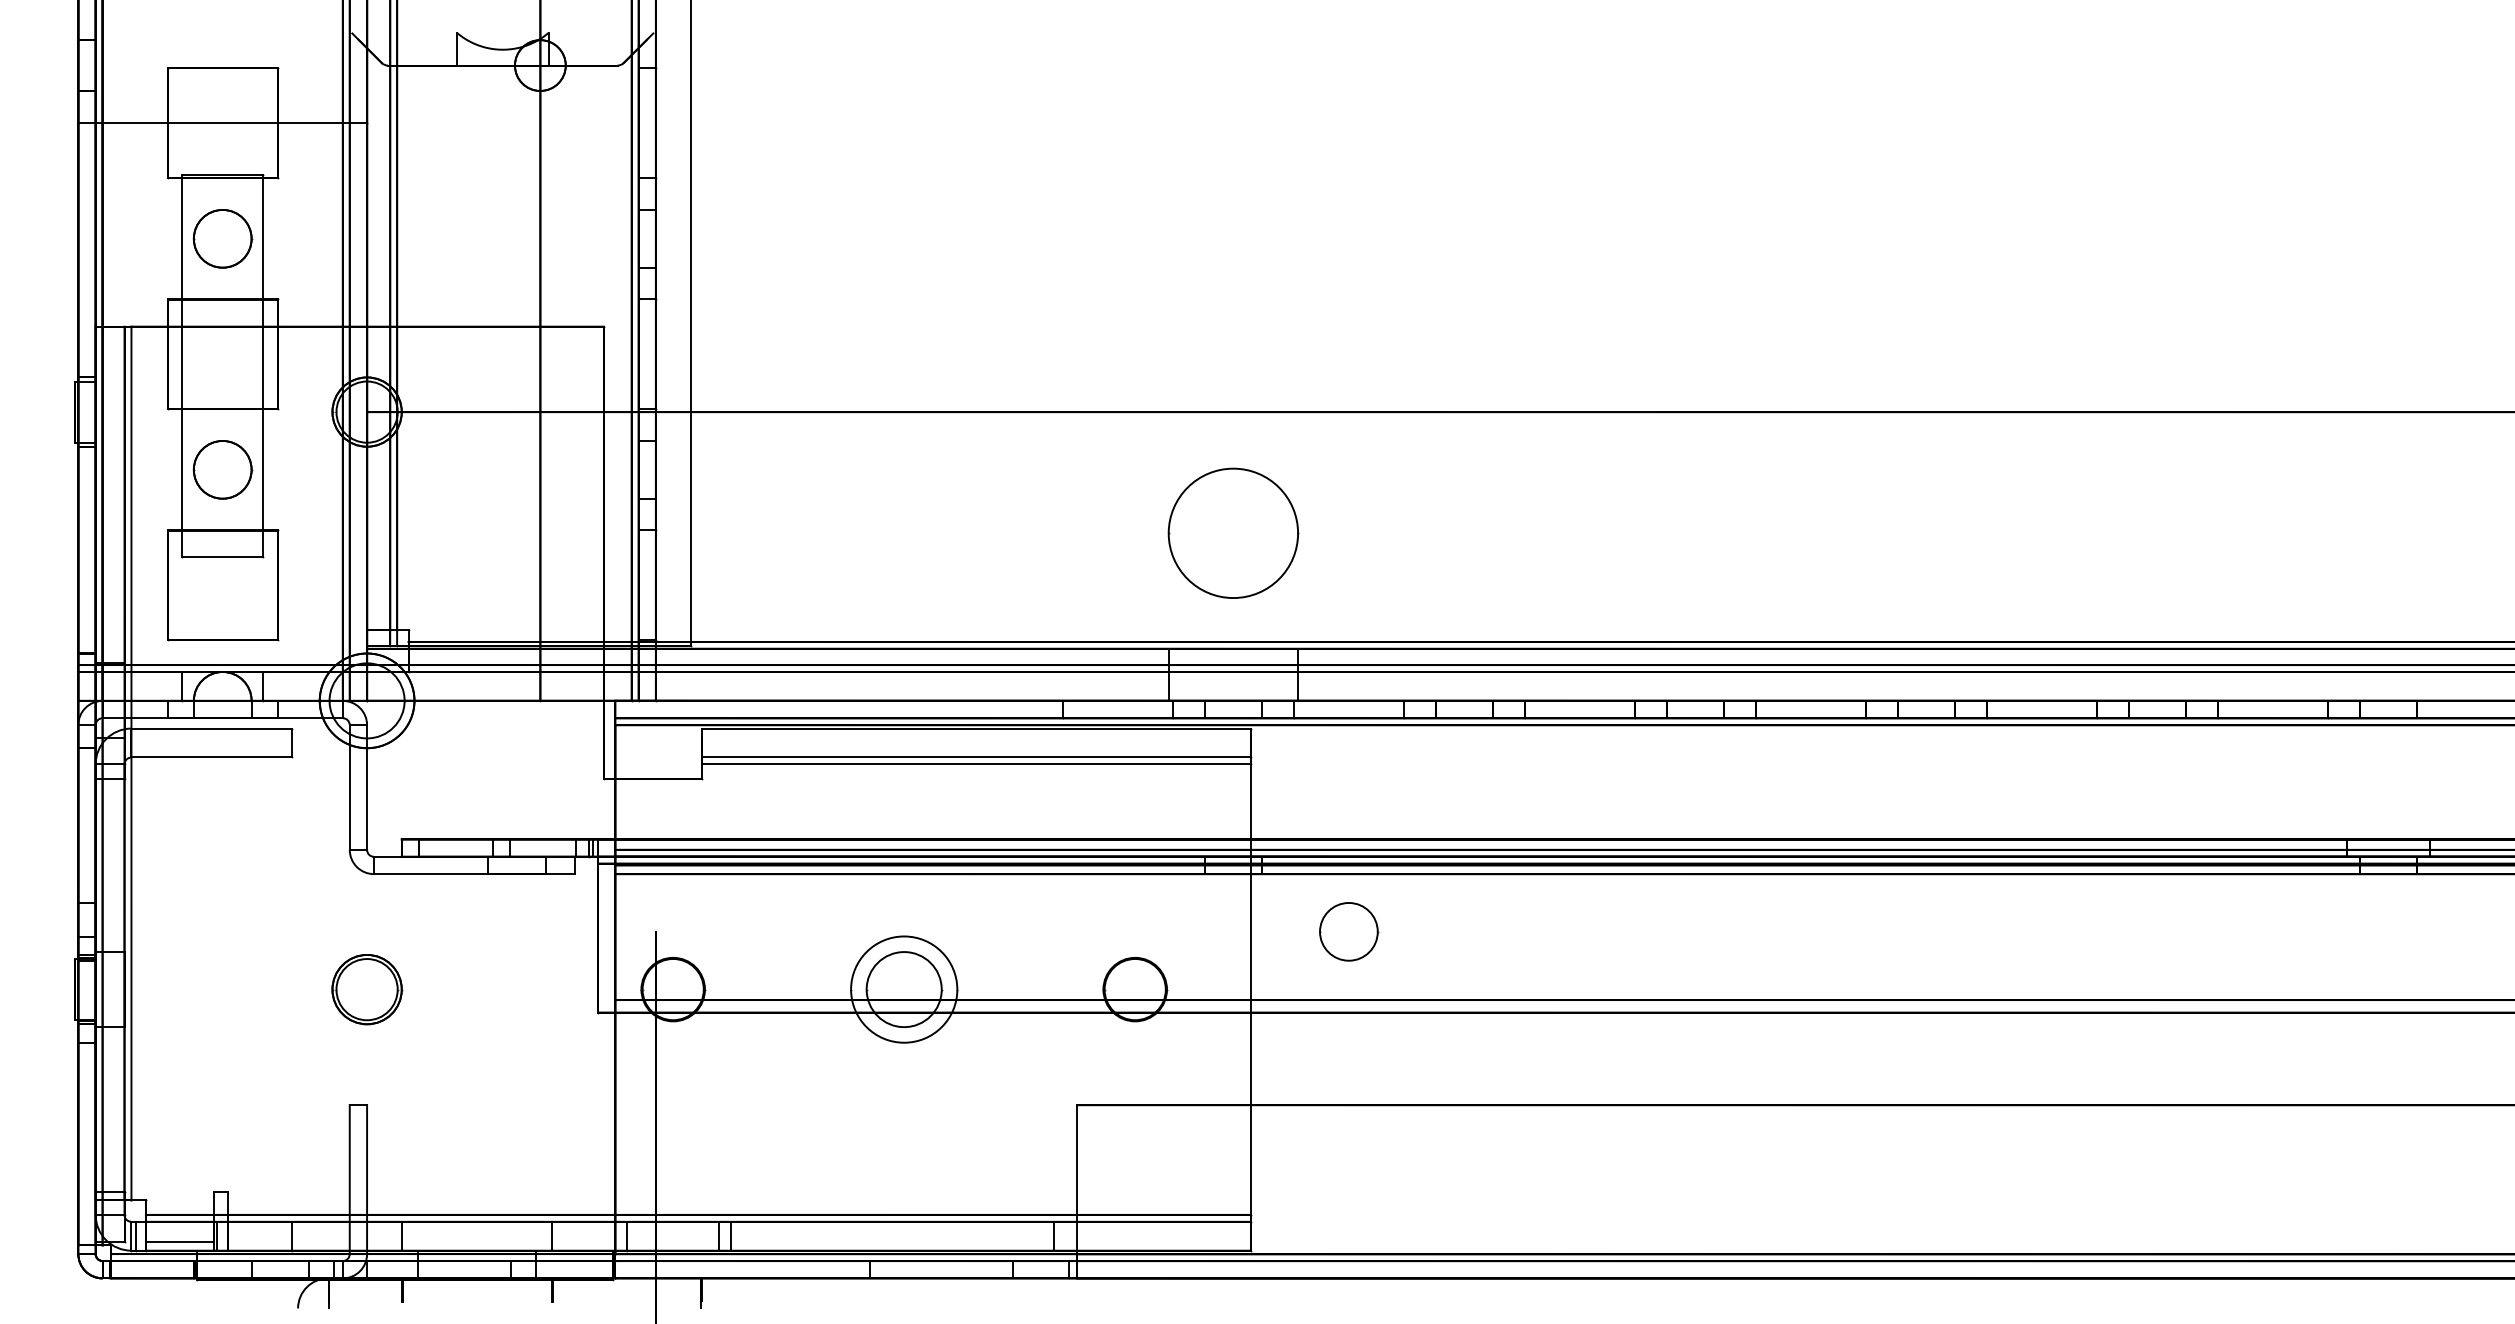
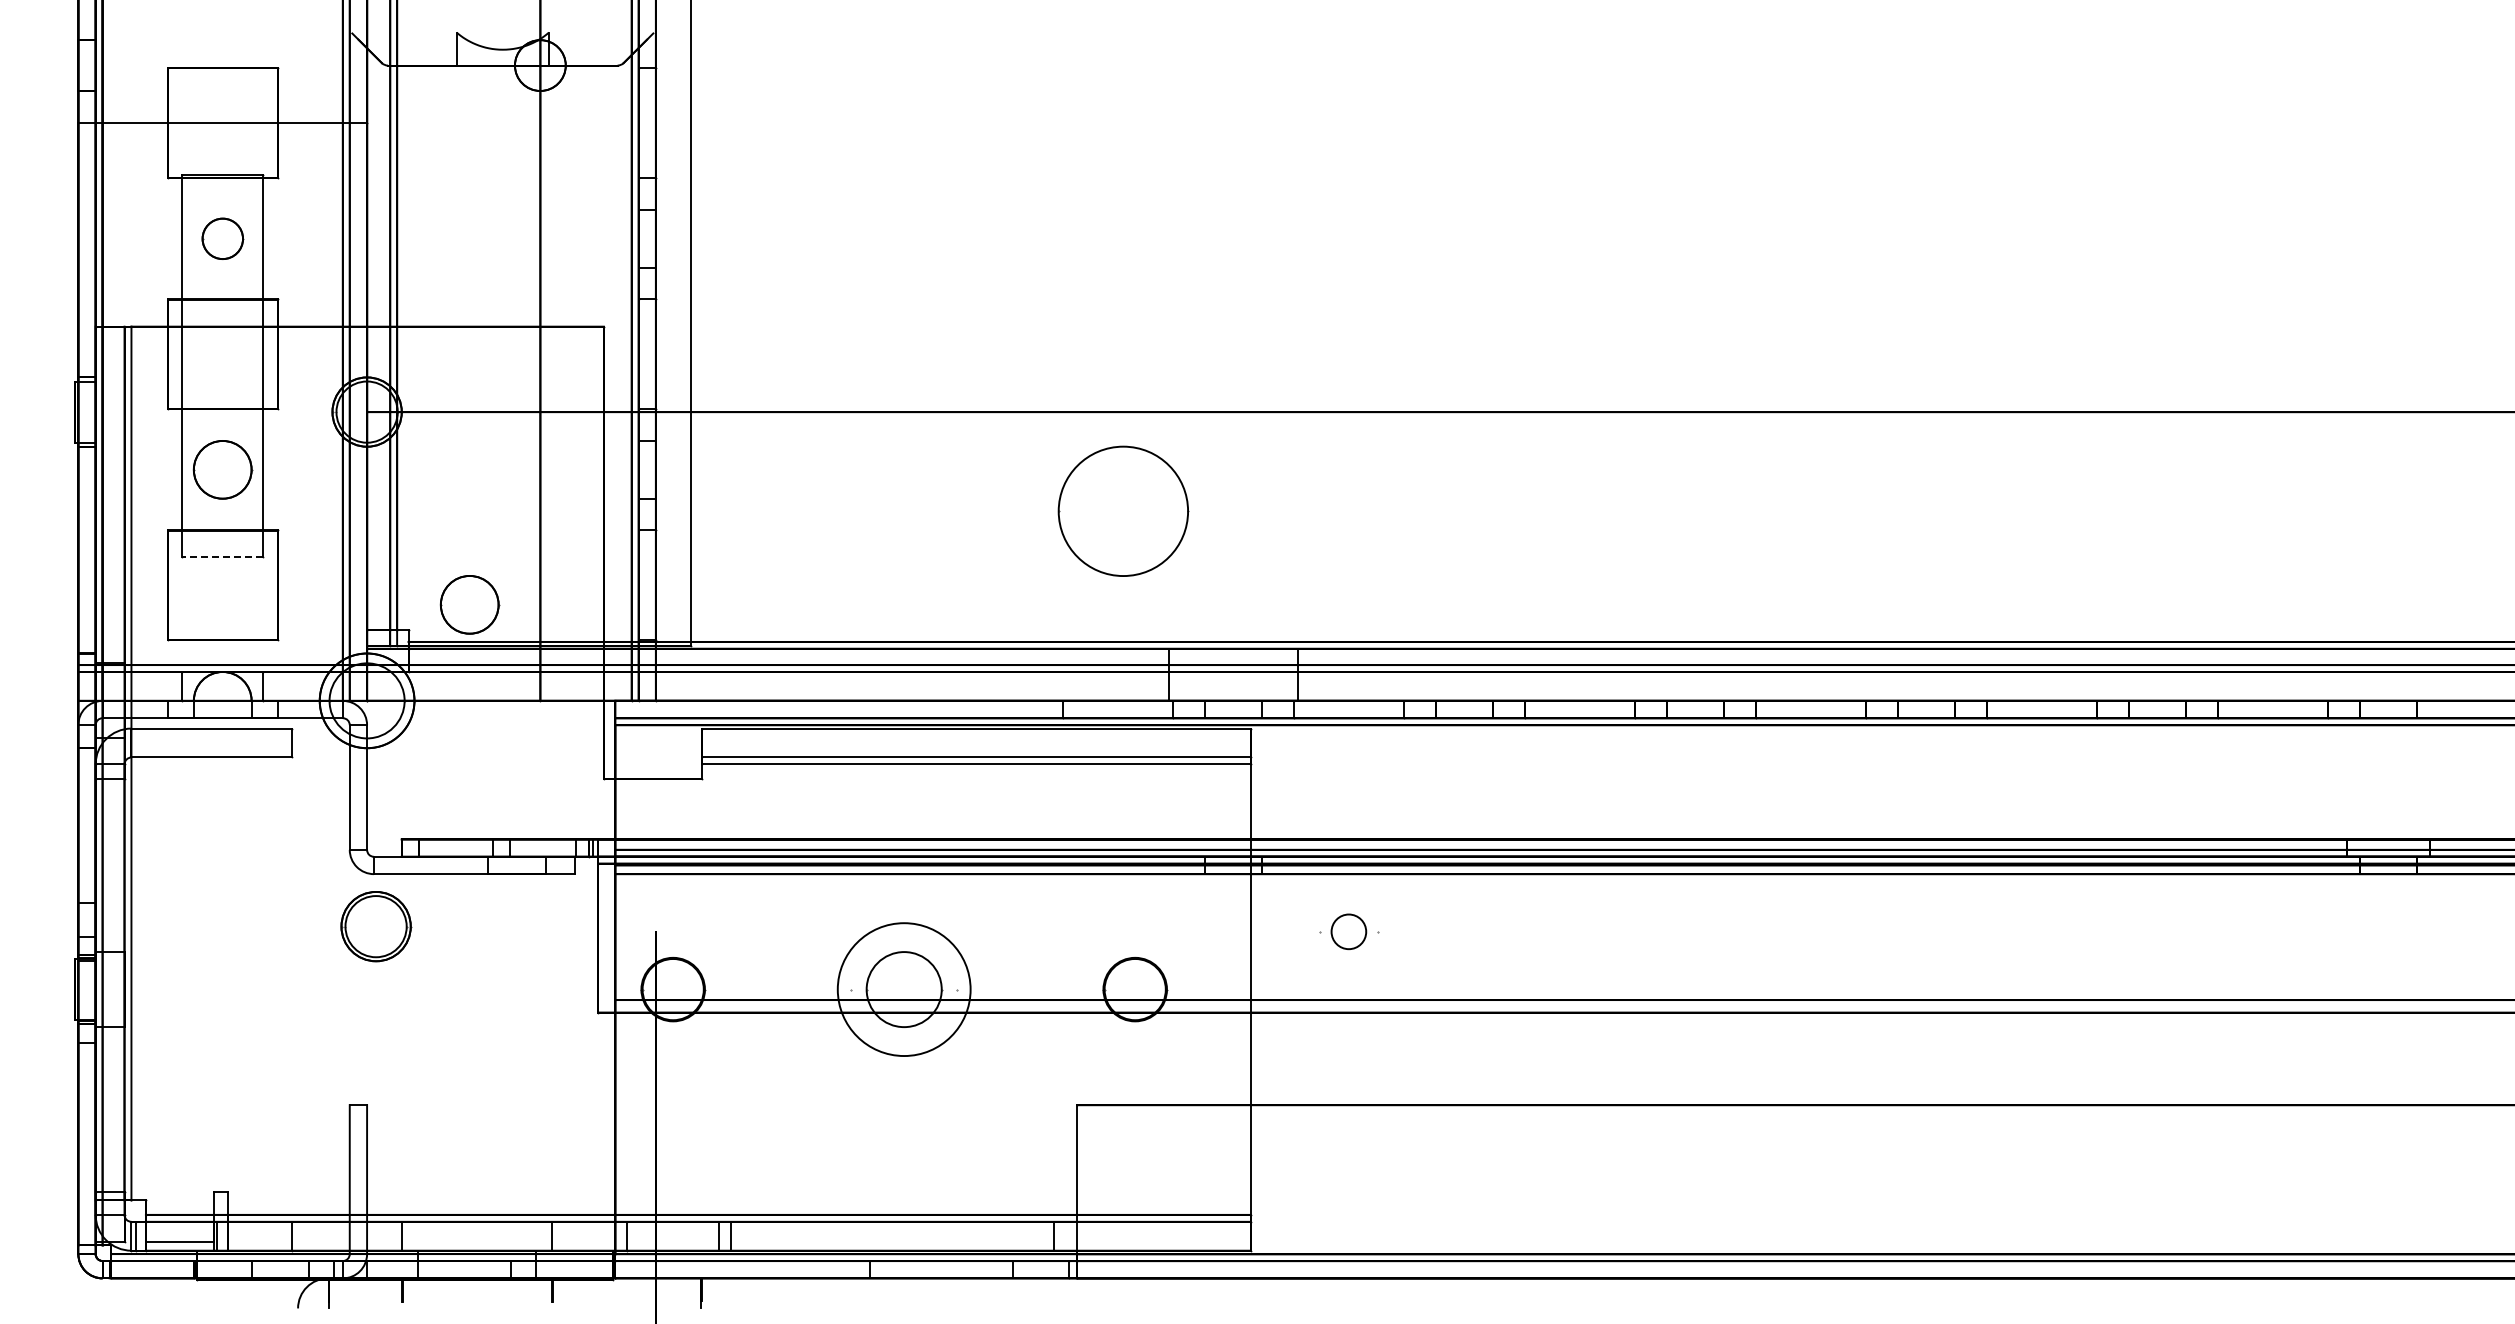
part at (222, 238) size: 62x60 px -> 44x43 px
part at (1233, 532) position: (1233, 532) -> (1123, 510)
line at (222, 556): solid -> dashed
part at (469, 604): none -> present
circle at (1348, 931) diameter: 58 px -> 35 px
part at (367, 989) position: (367, 989) -> (376, 926)
circle at (904, 989) diameter: 106 px -> 133 px
